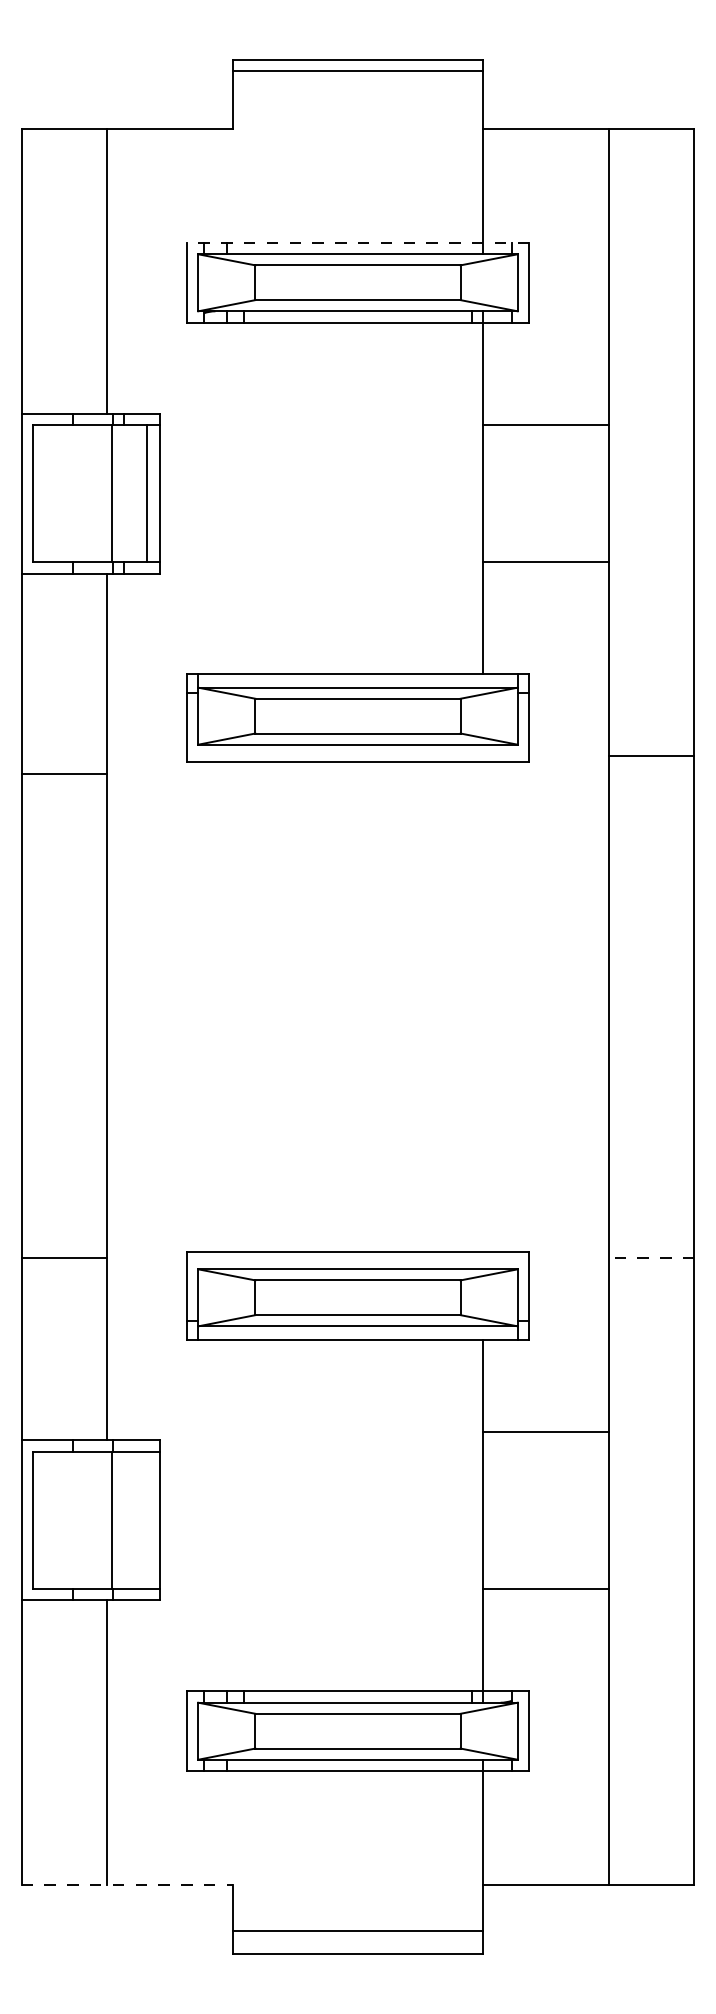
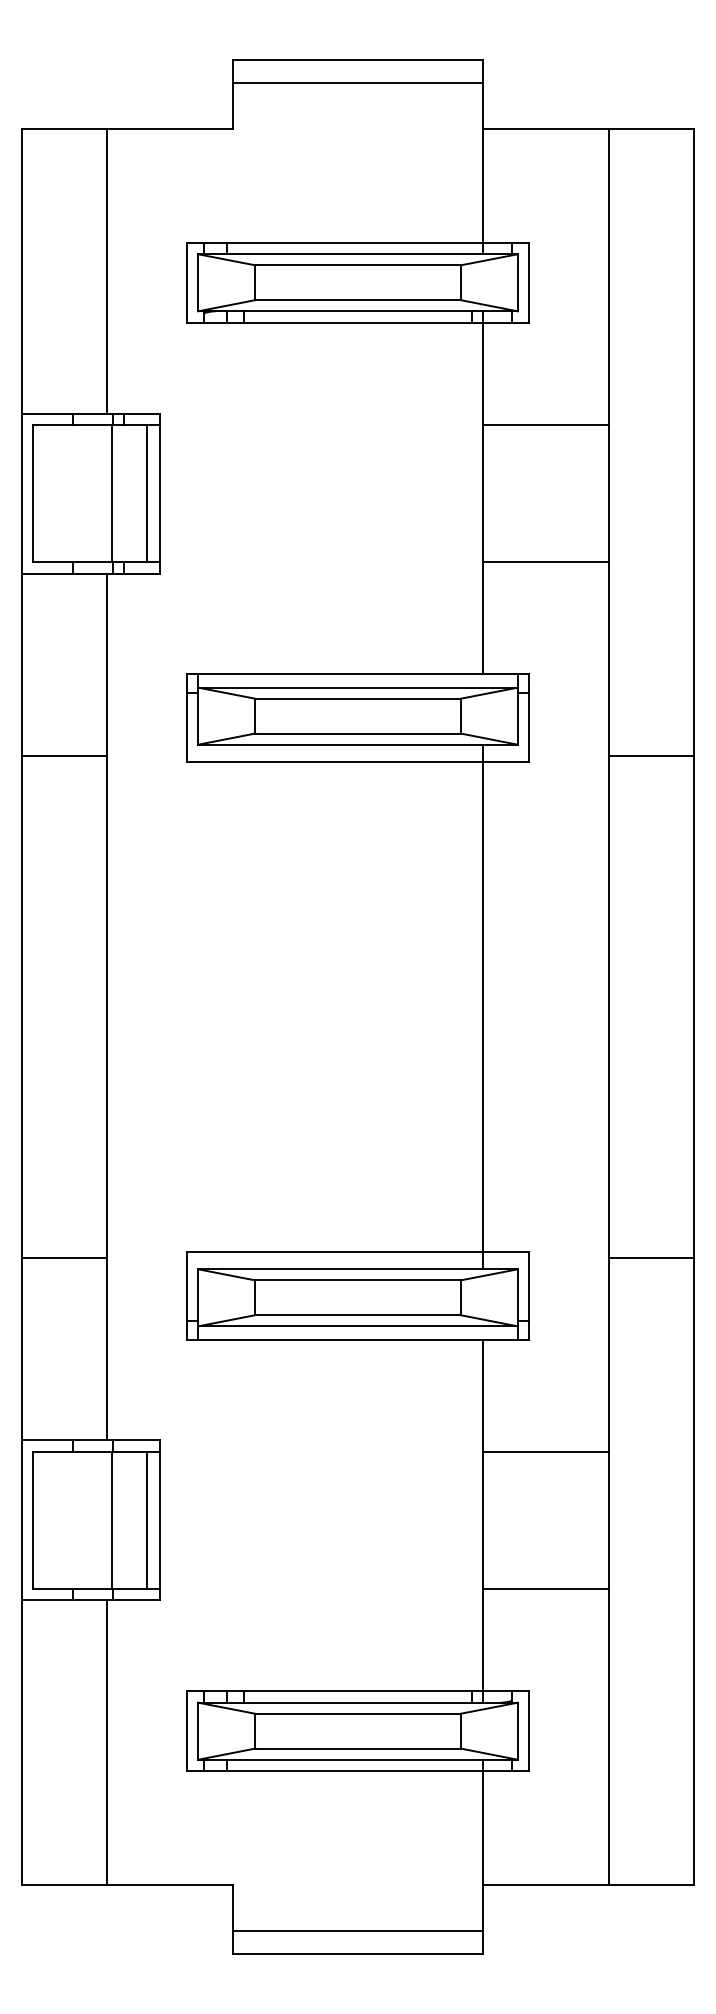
line at (357, 71) position: (357, 71) -> (357, 83)
line at (357, 242): dashed -> solid
line at (64, 774) position: (64, 774) -> (64, 756)
line at (483, 1006): none -> present
line at (651, 1257): dashed -> solid
line at (545, 1431) position: (545, 1431) -> (545, 1451)
line at (147, 1519): none -> present
line at (127, 1885): dashed -> solid
